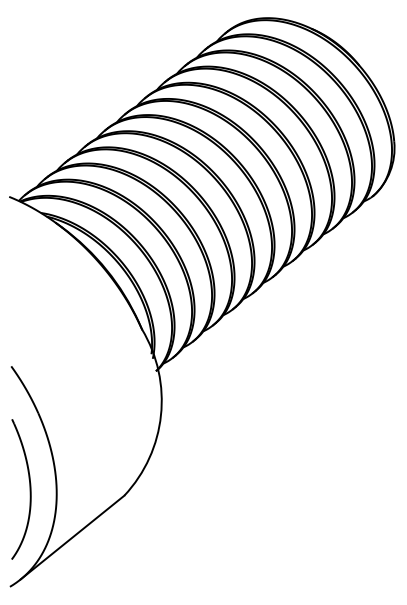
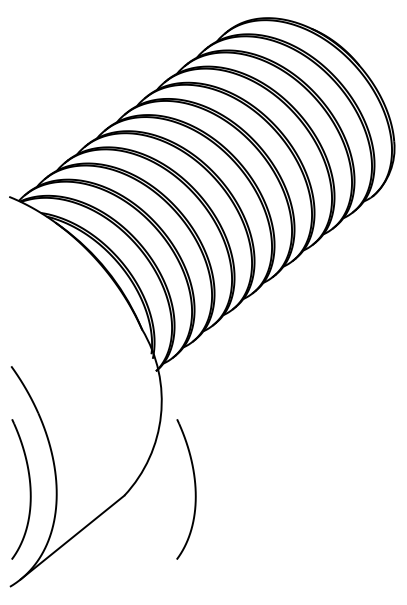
part at (194, 489): none -> present
